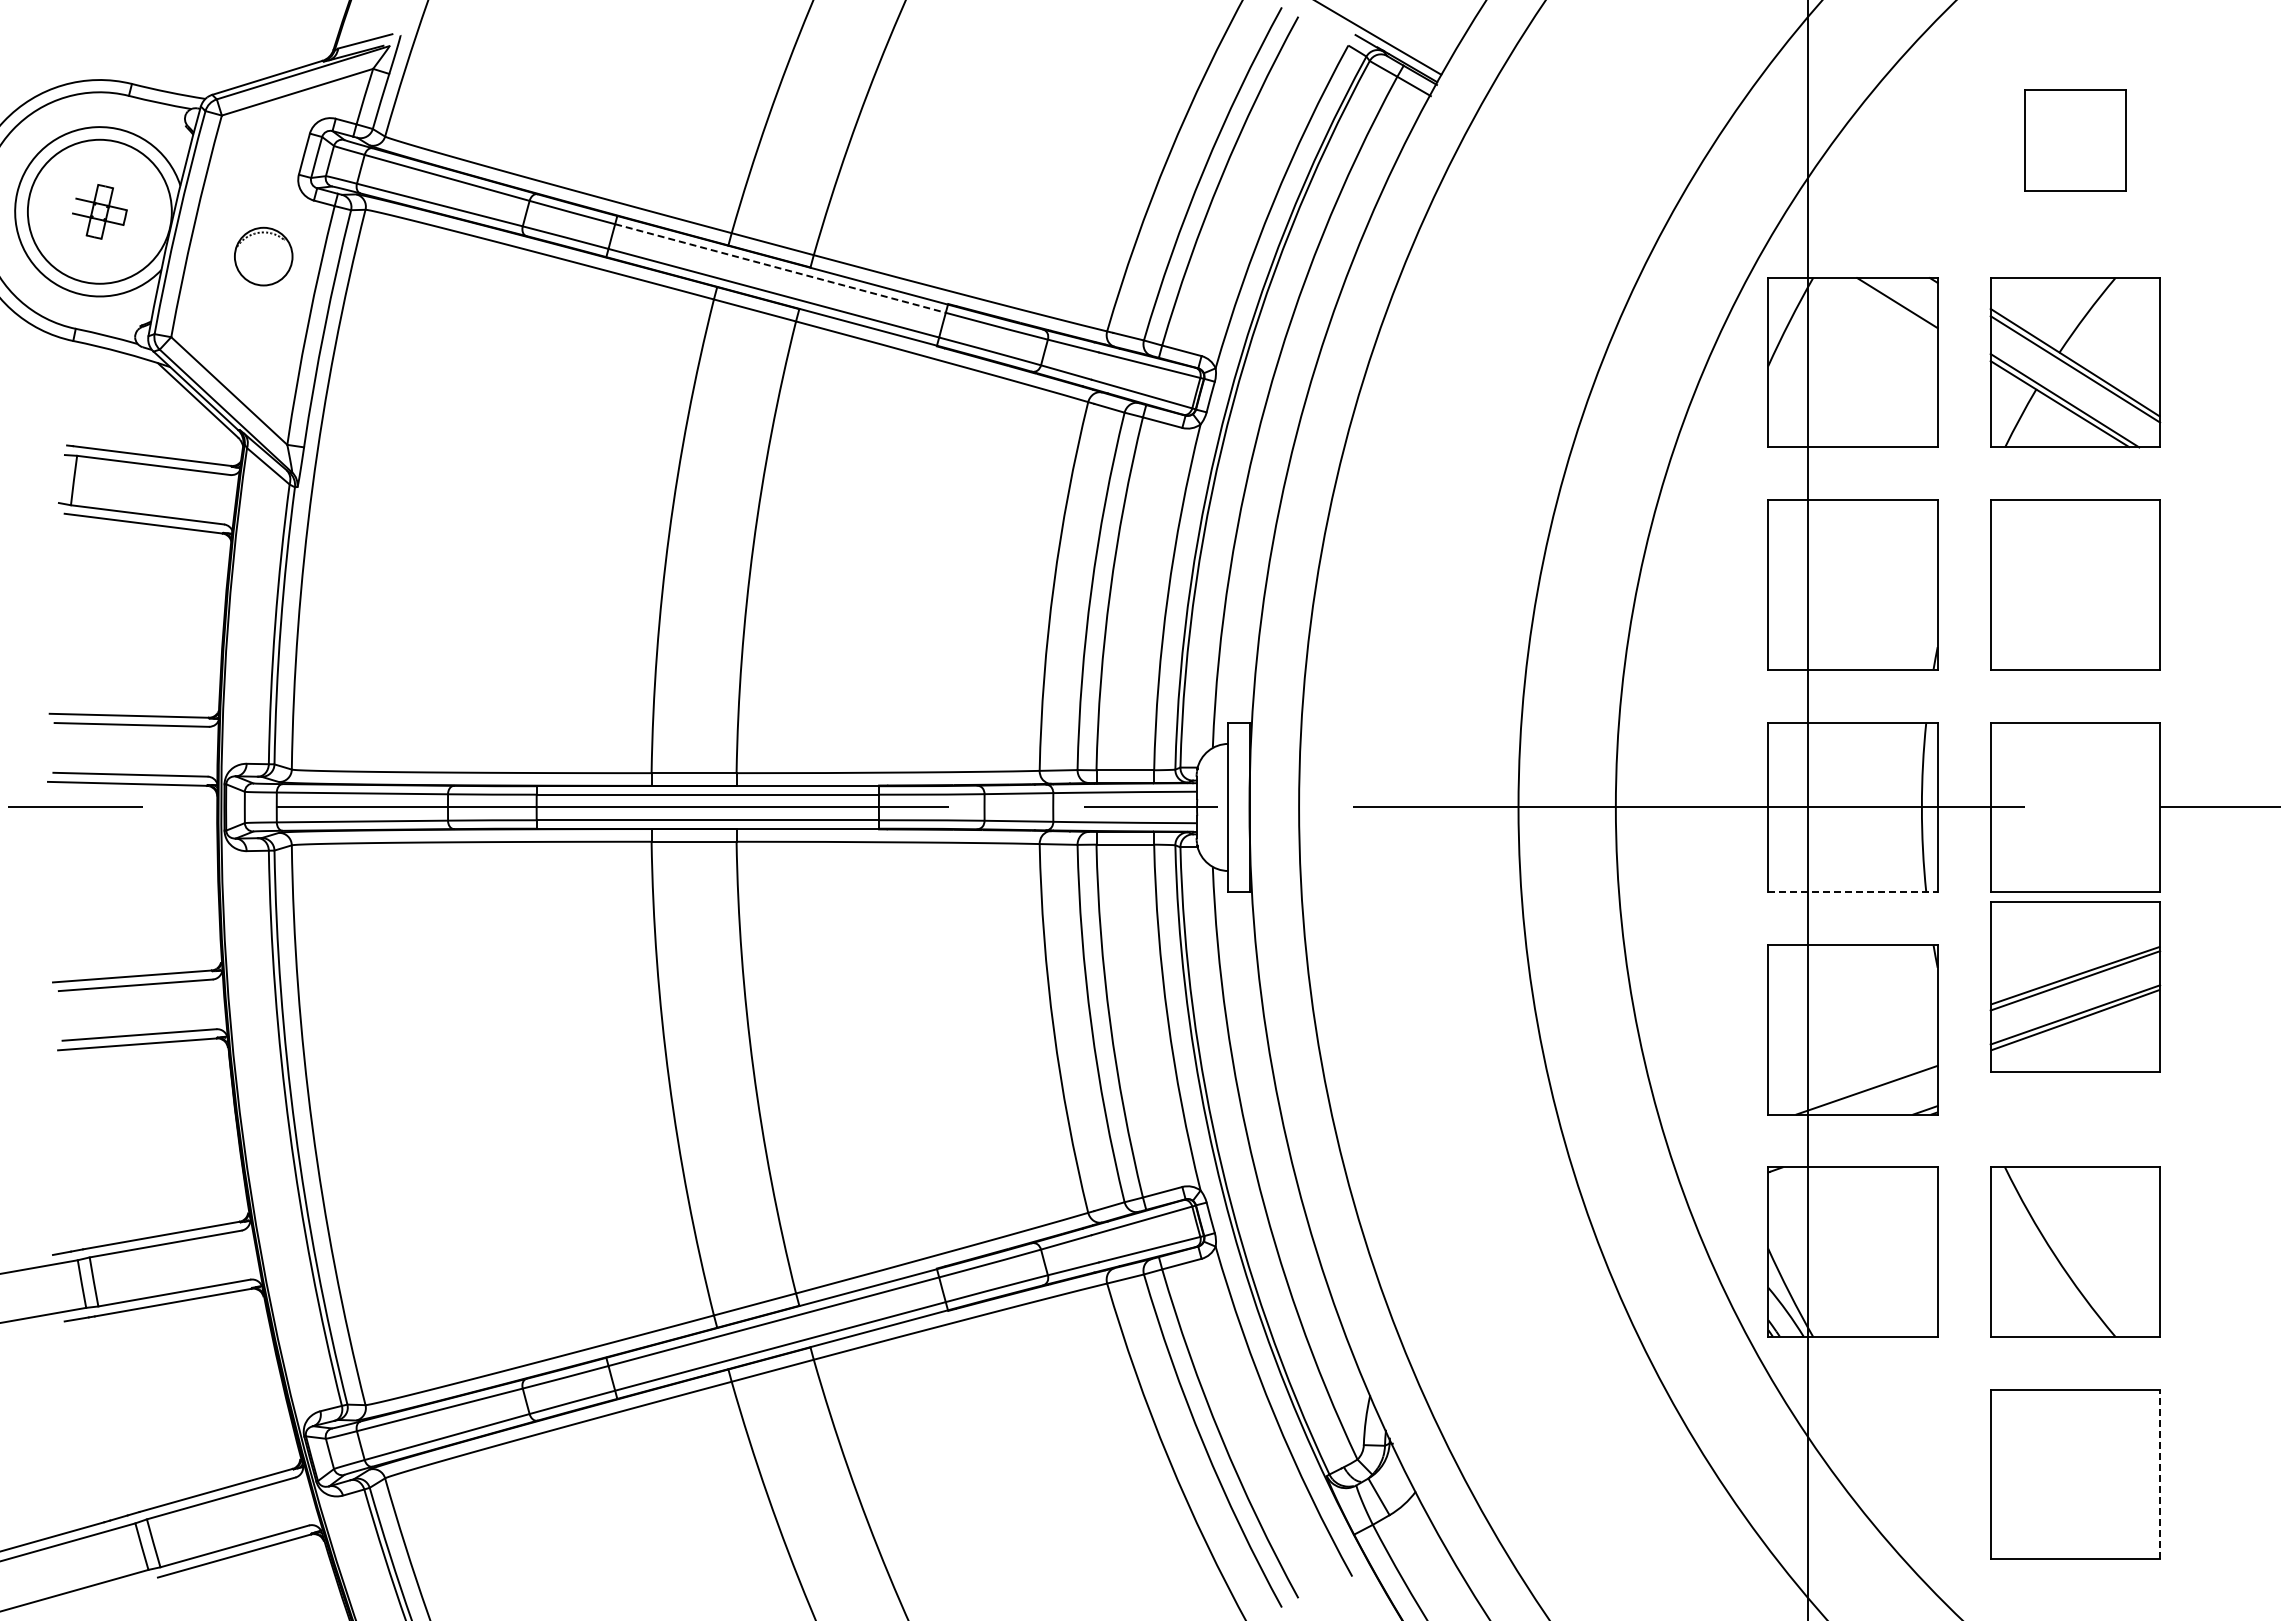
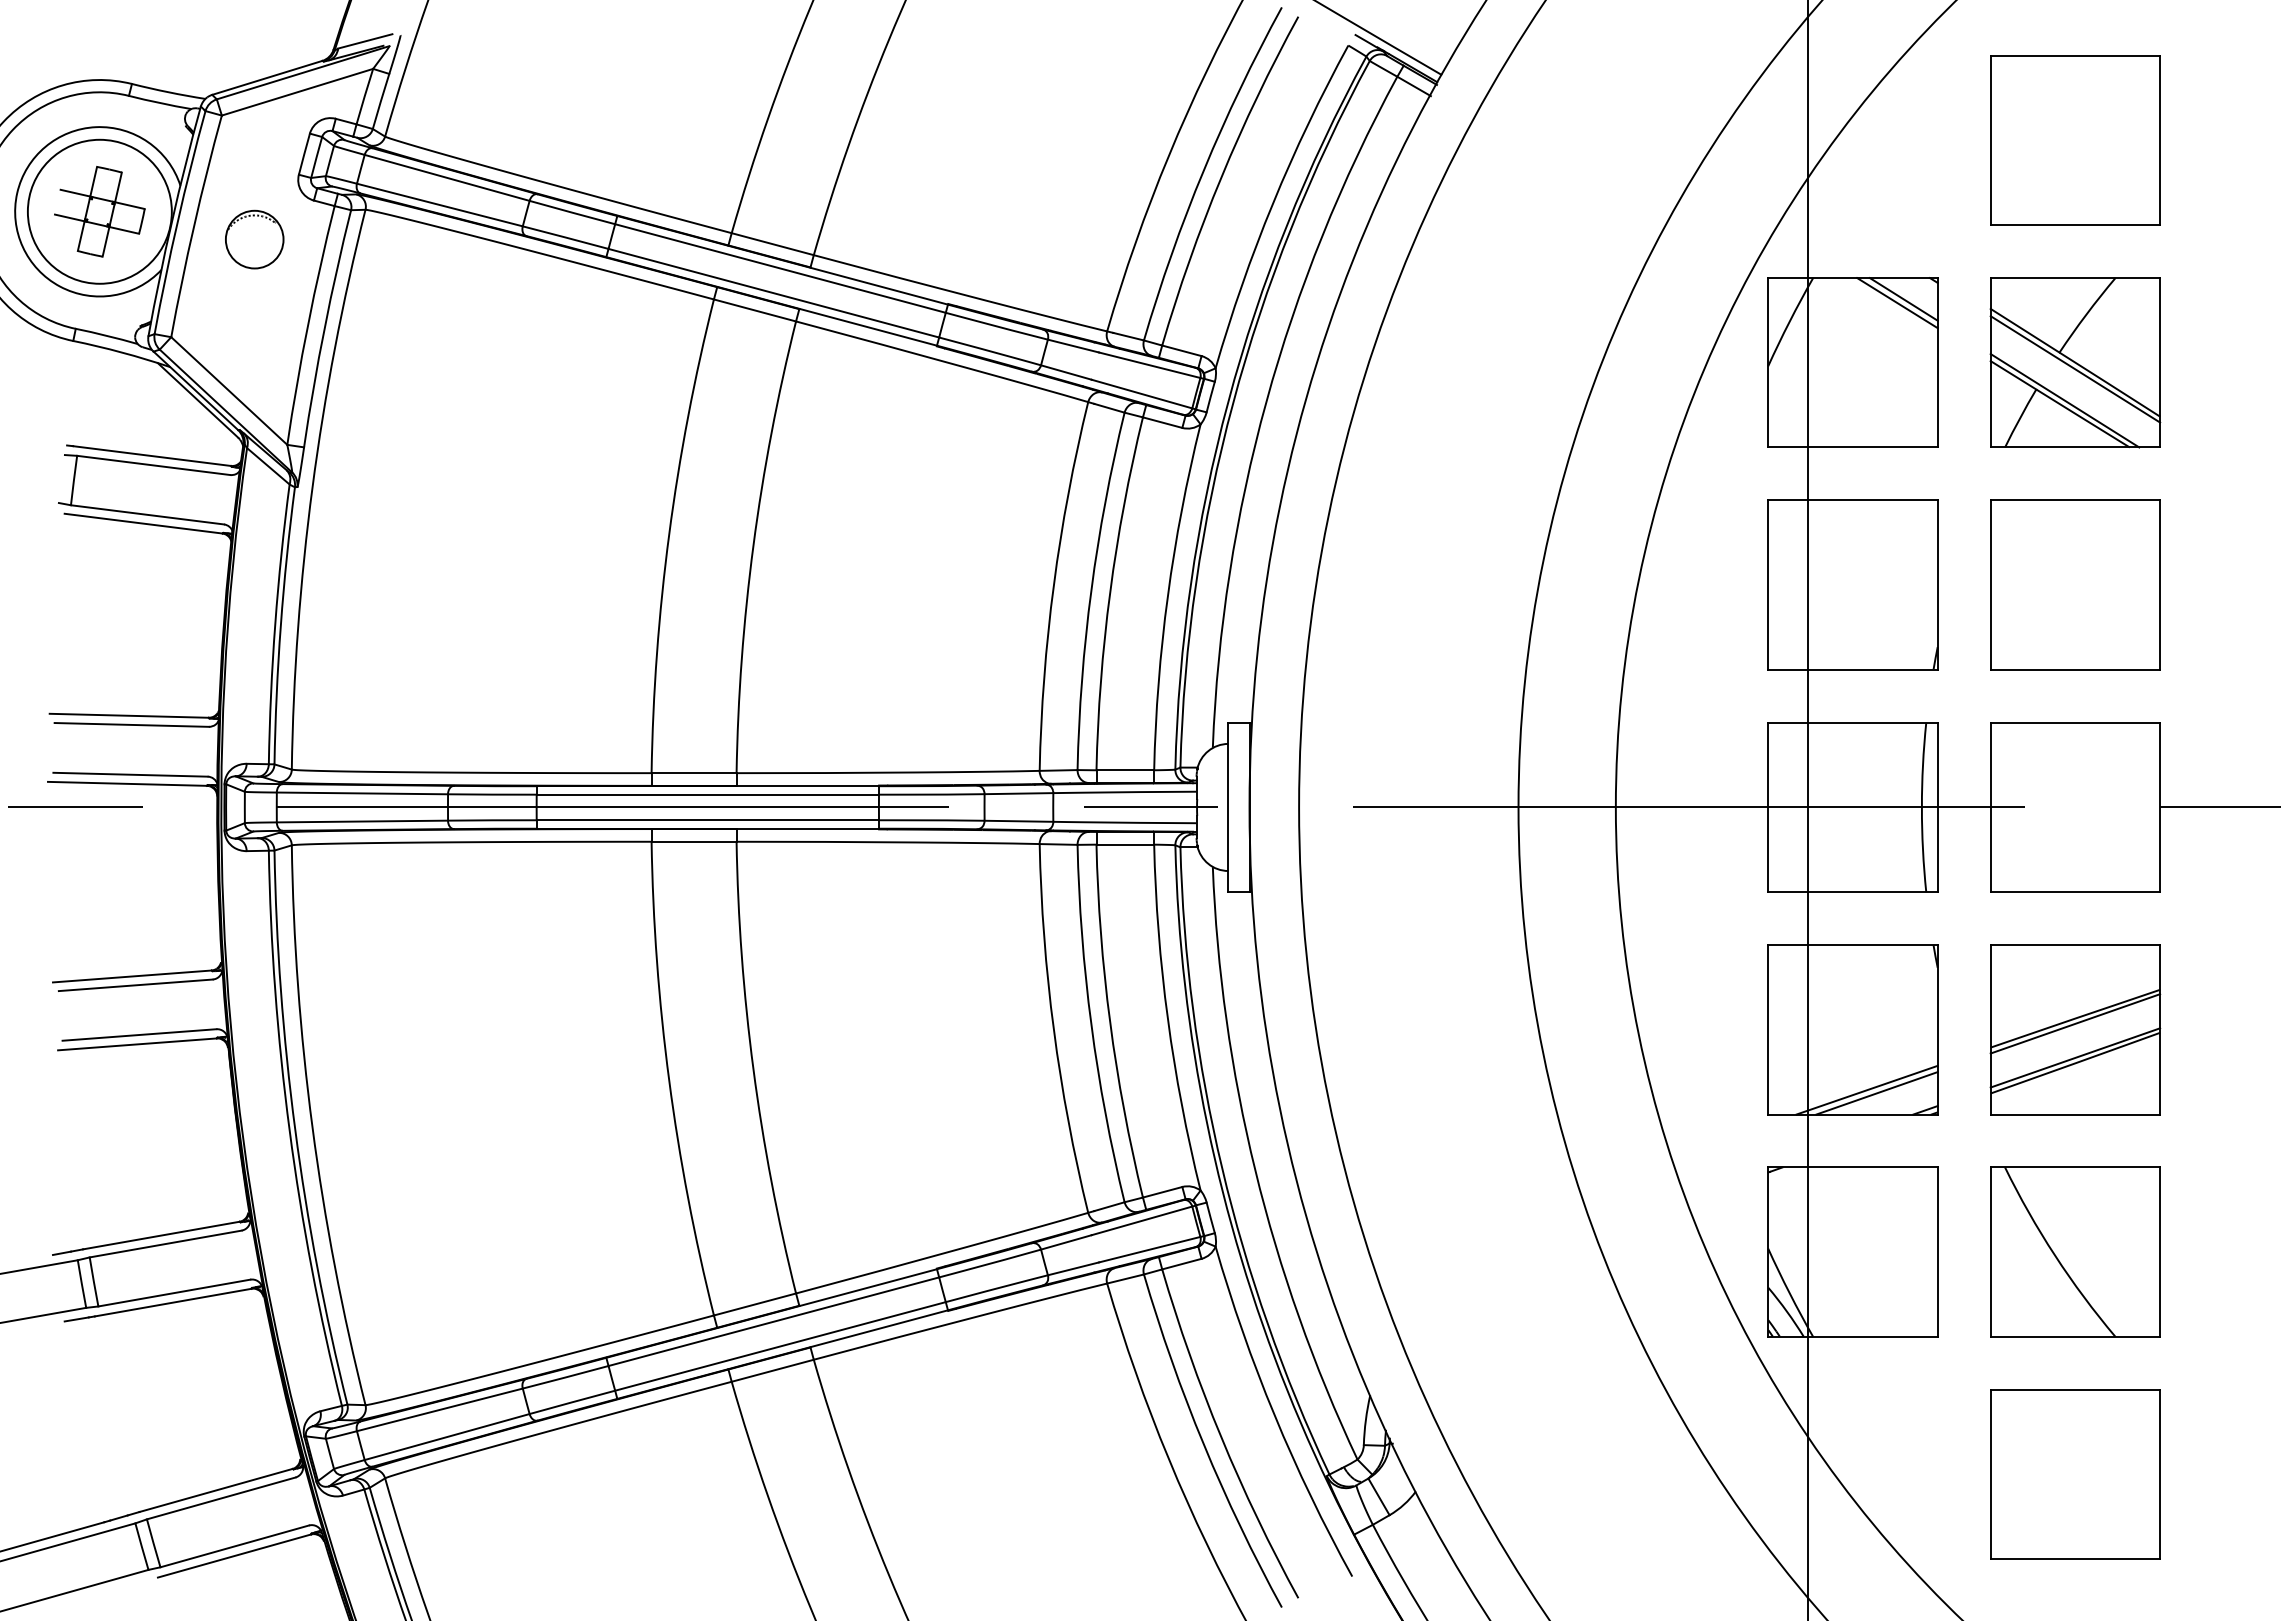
part at (2075, 140) size: 103x103 px -> 171x171 px
part at (99, 211) size: 56x56 px -> 92x92 px
part at (263, 256) position: (263, 256) -> (254, 239)
line at (780, 268): dashed -> solid
line at (1903, 299): none -> present
line at (1853, 892): dashed -> solid
part at (2075, 986) position: (2075, 986) -> (2075, 1029)
line at (1876, 1093): none -> present
line at (2160, 1474): dashed -> solid
